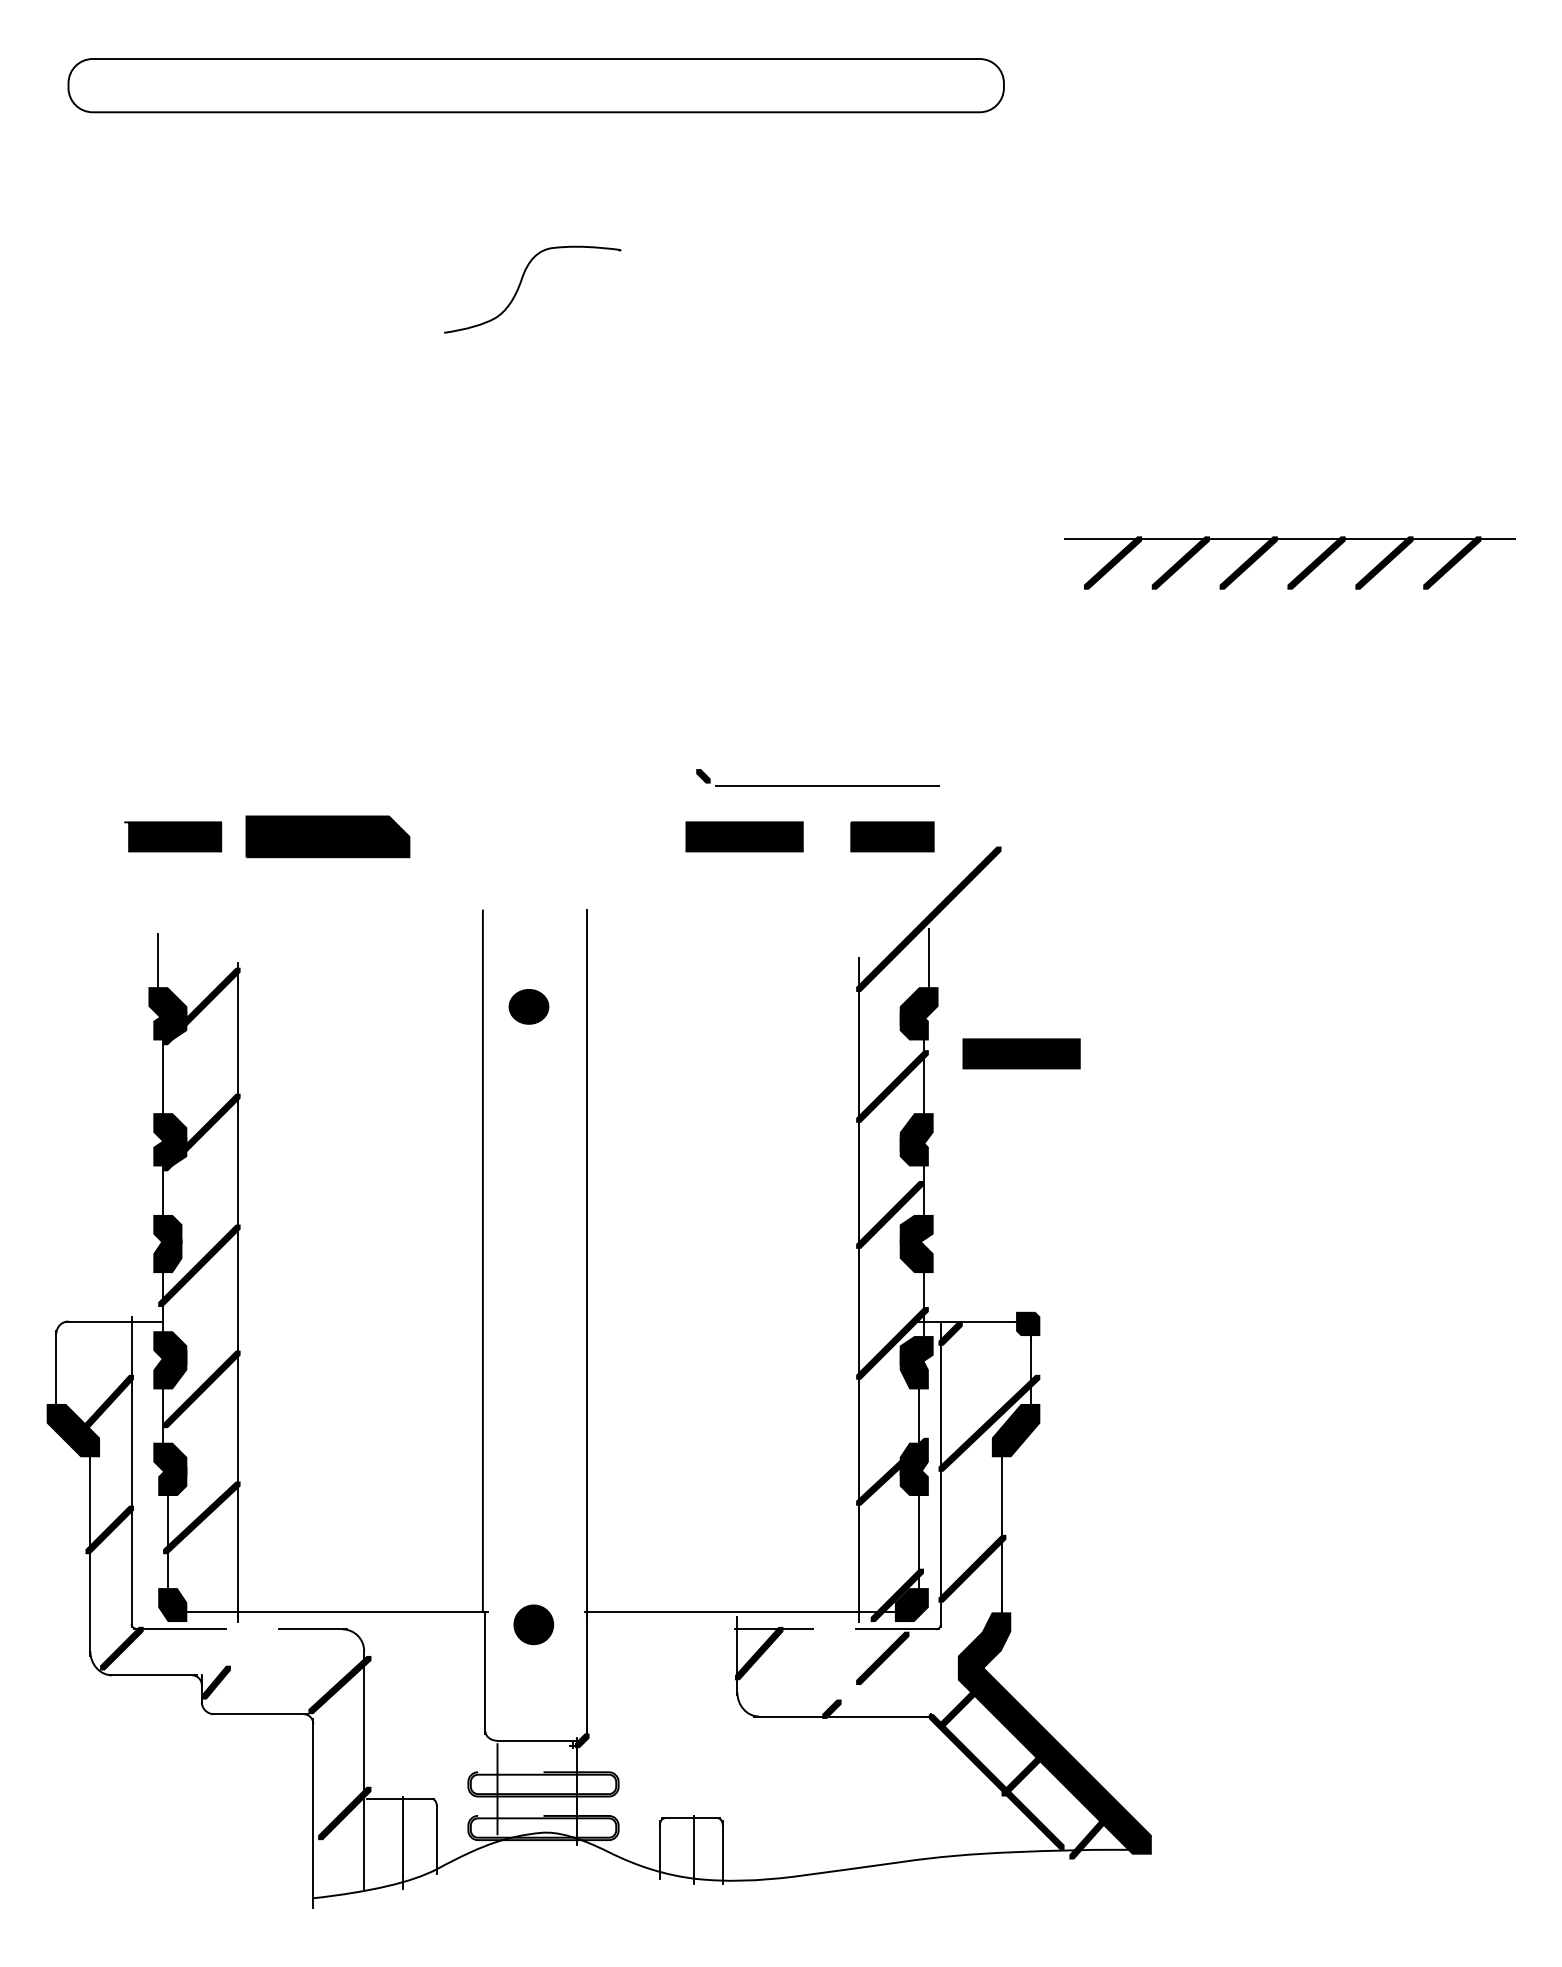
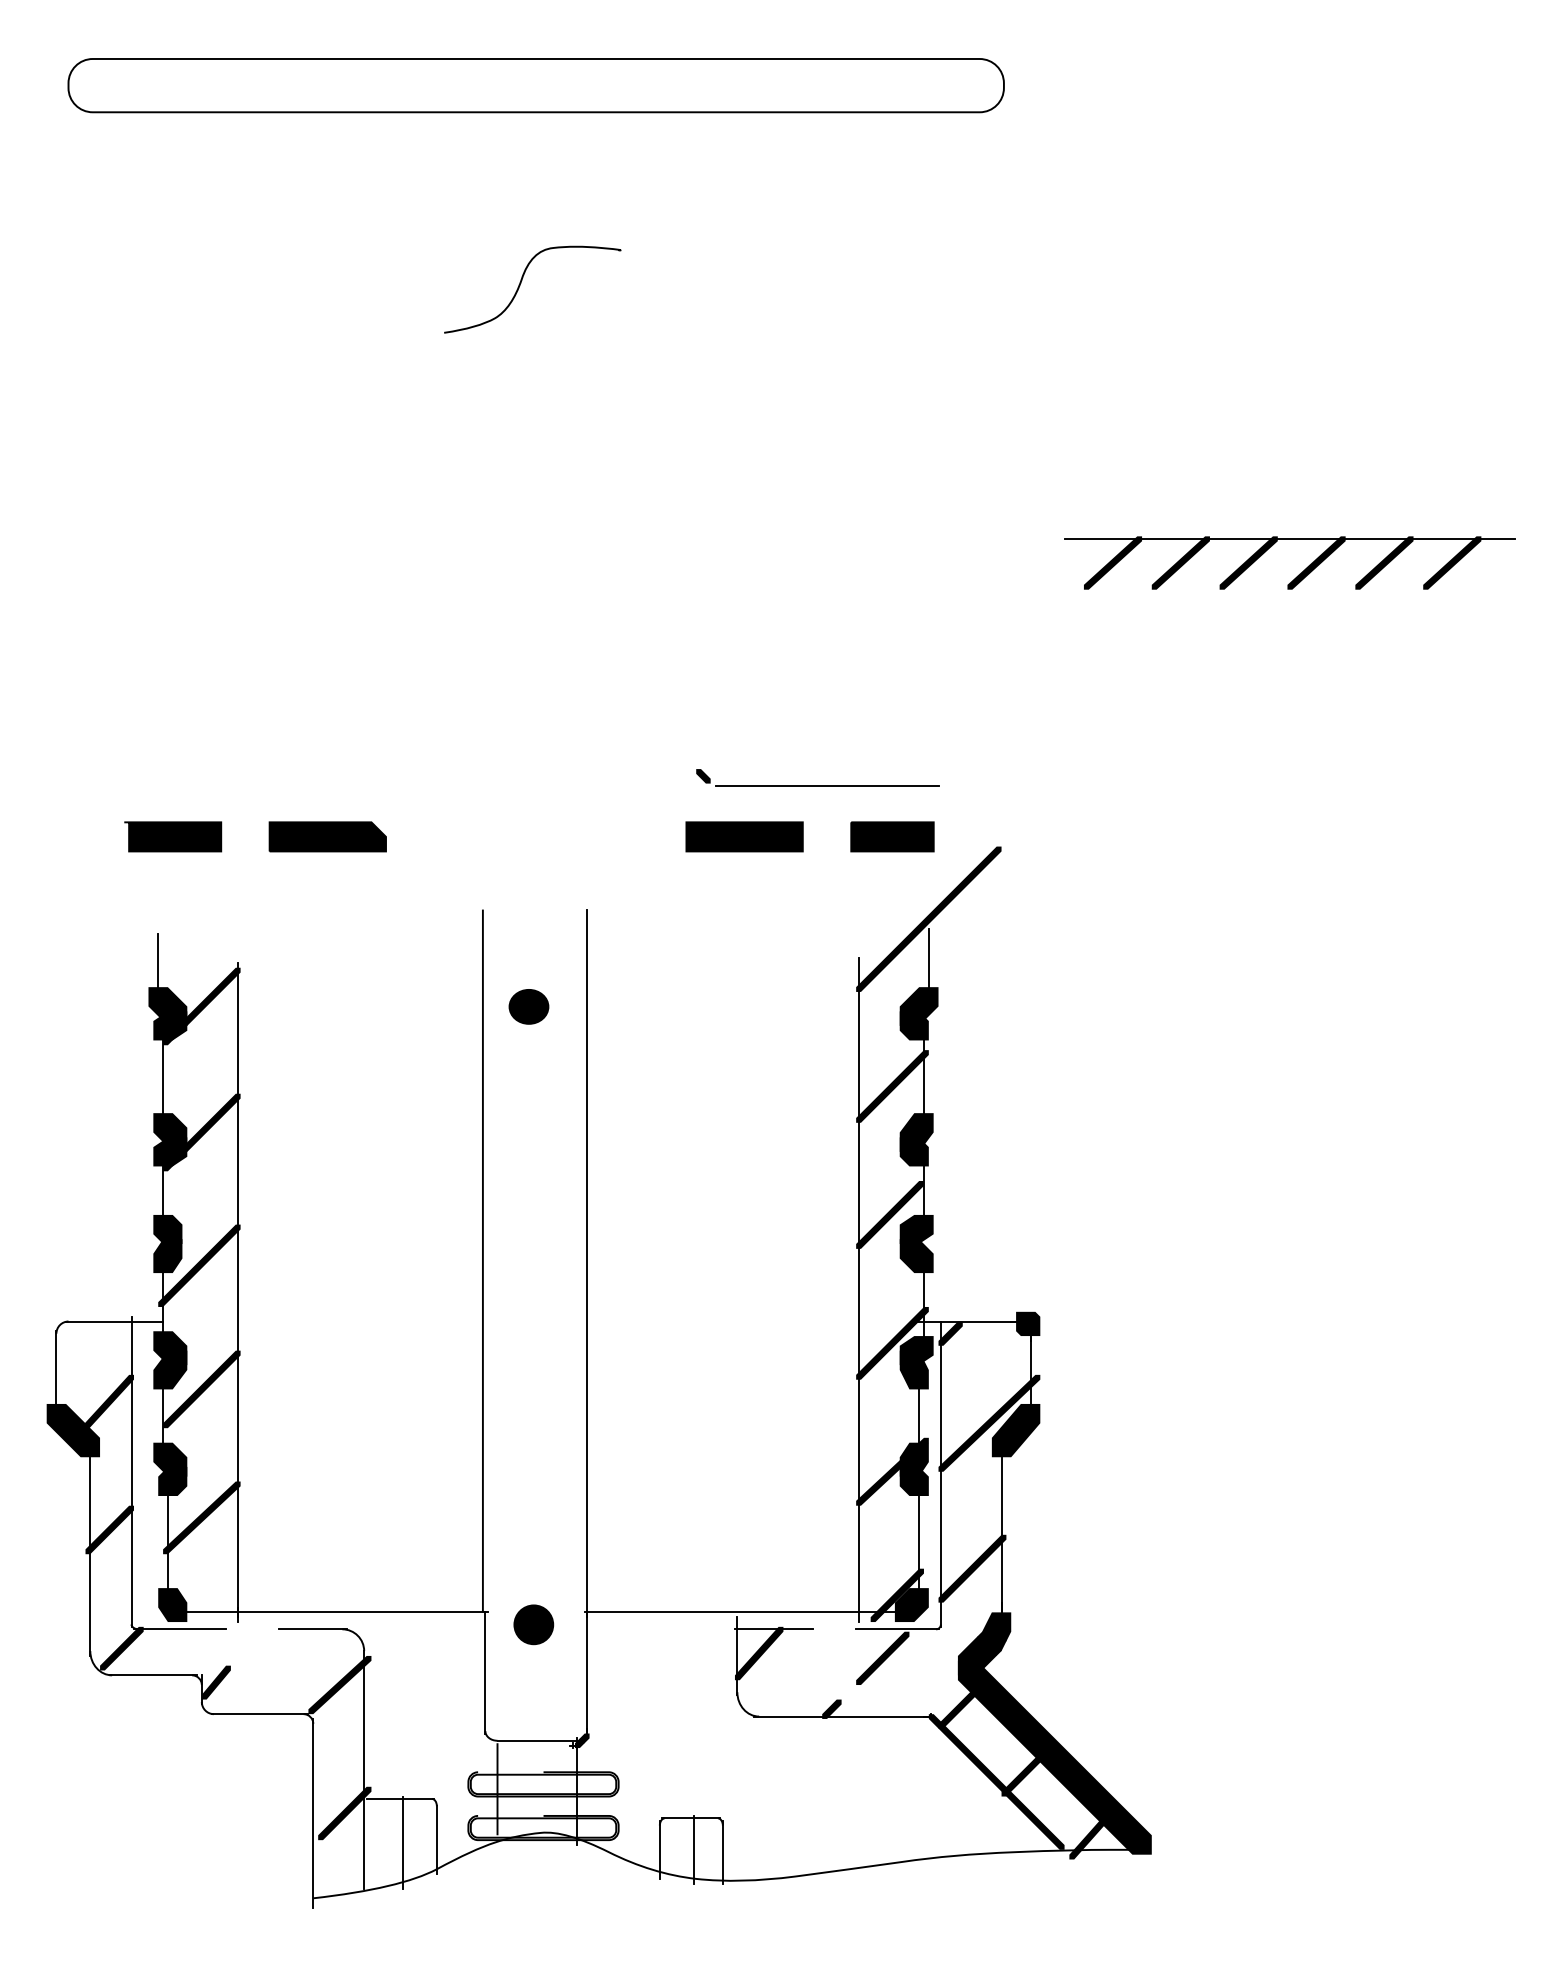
part at (327, 836) size: 166x44 px -> 119x32 px
part at (1021, 1053): present -> none
